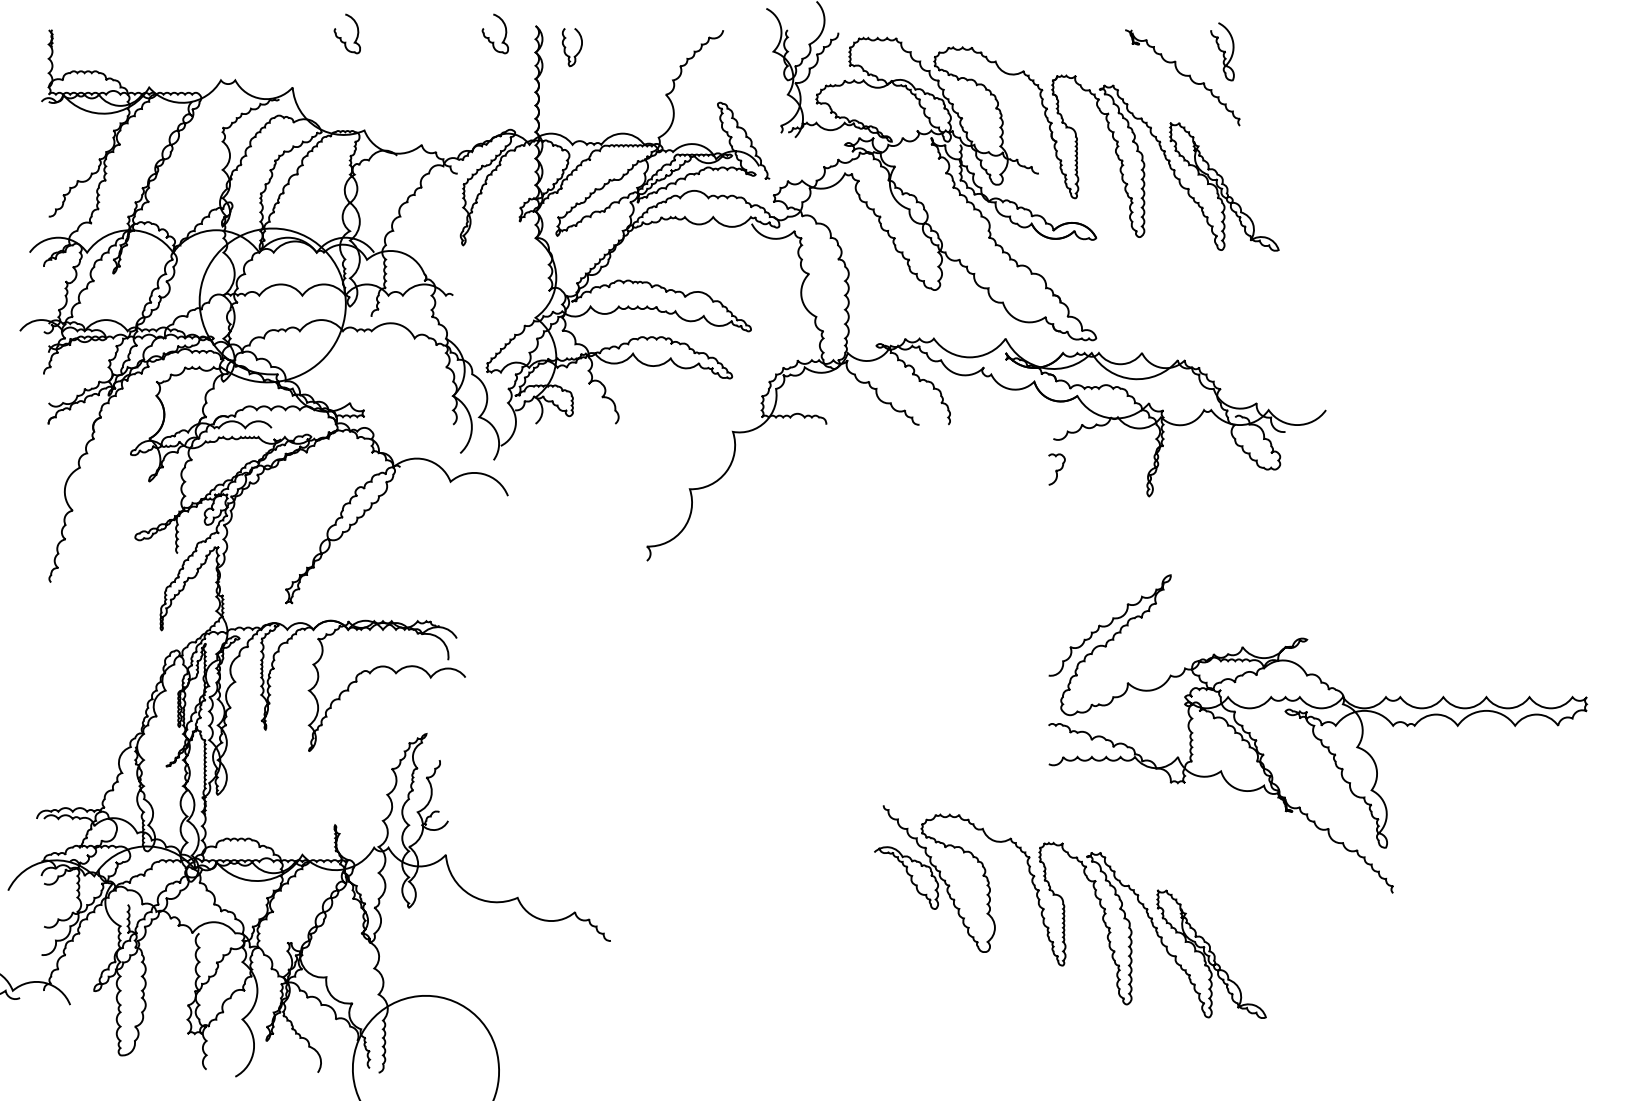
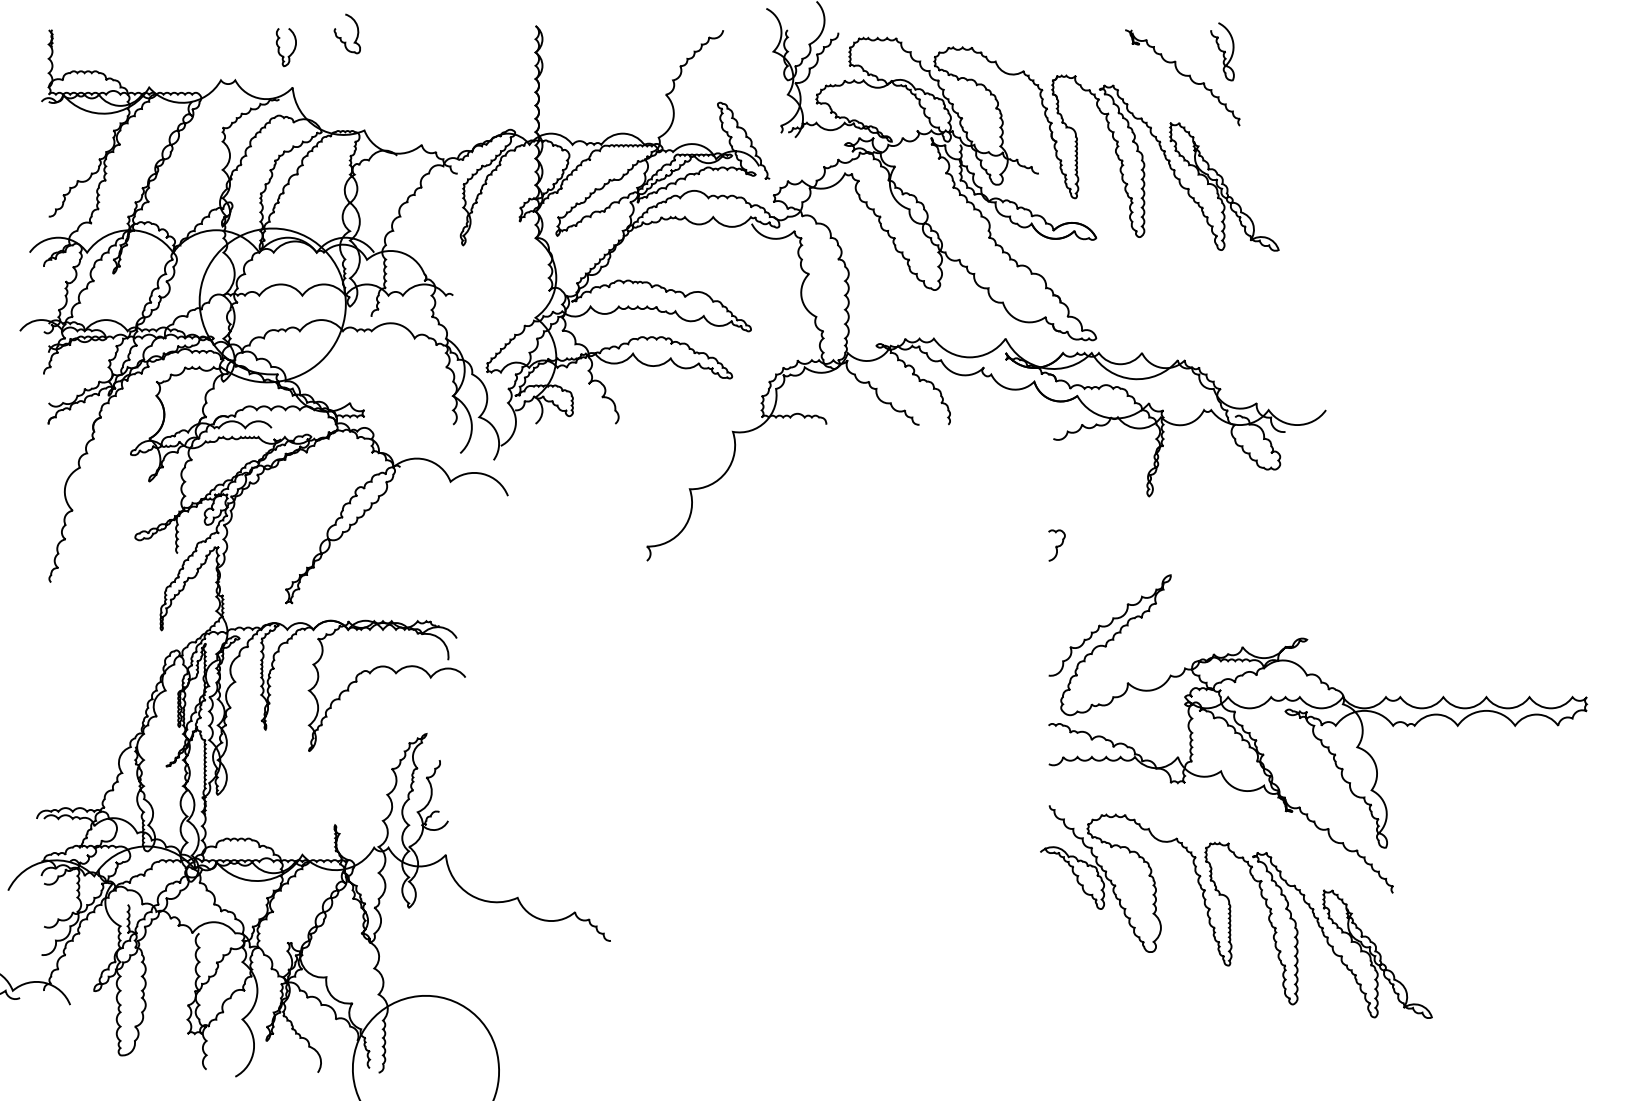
curve at (489, 37): present -> none
curve at (566, 47) position: (566, 47) -> (280, 47)
curve at (1056, 469) position: (1056, 469) -> (1056, 545)
part at (1070, 911) position: (1070, 911) -> (1236, 911)
